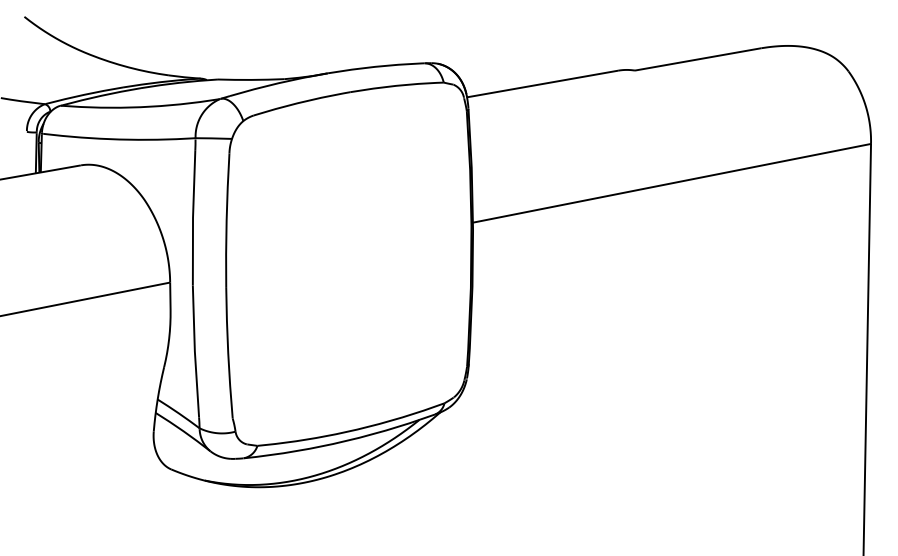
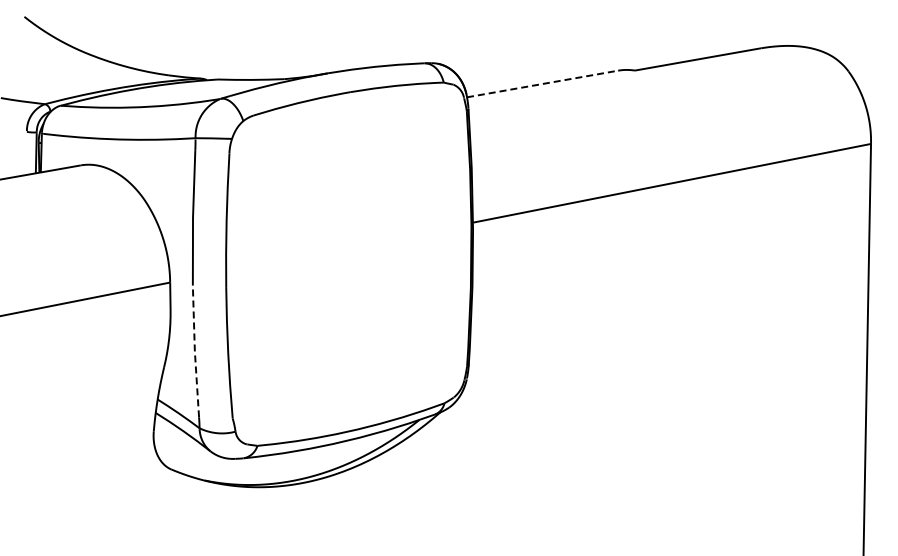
line at (542, 84): solid -> dashed
line at (194, 351): solid -> dashed
